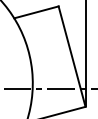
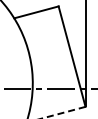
line at (62, 112): solid -> dashed
